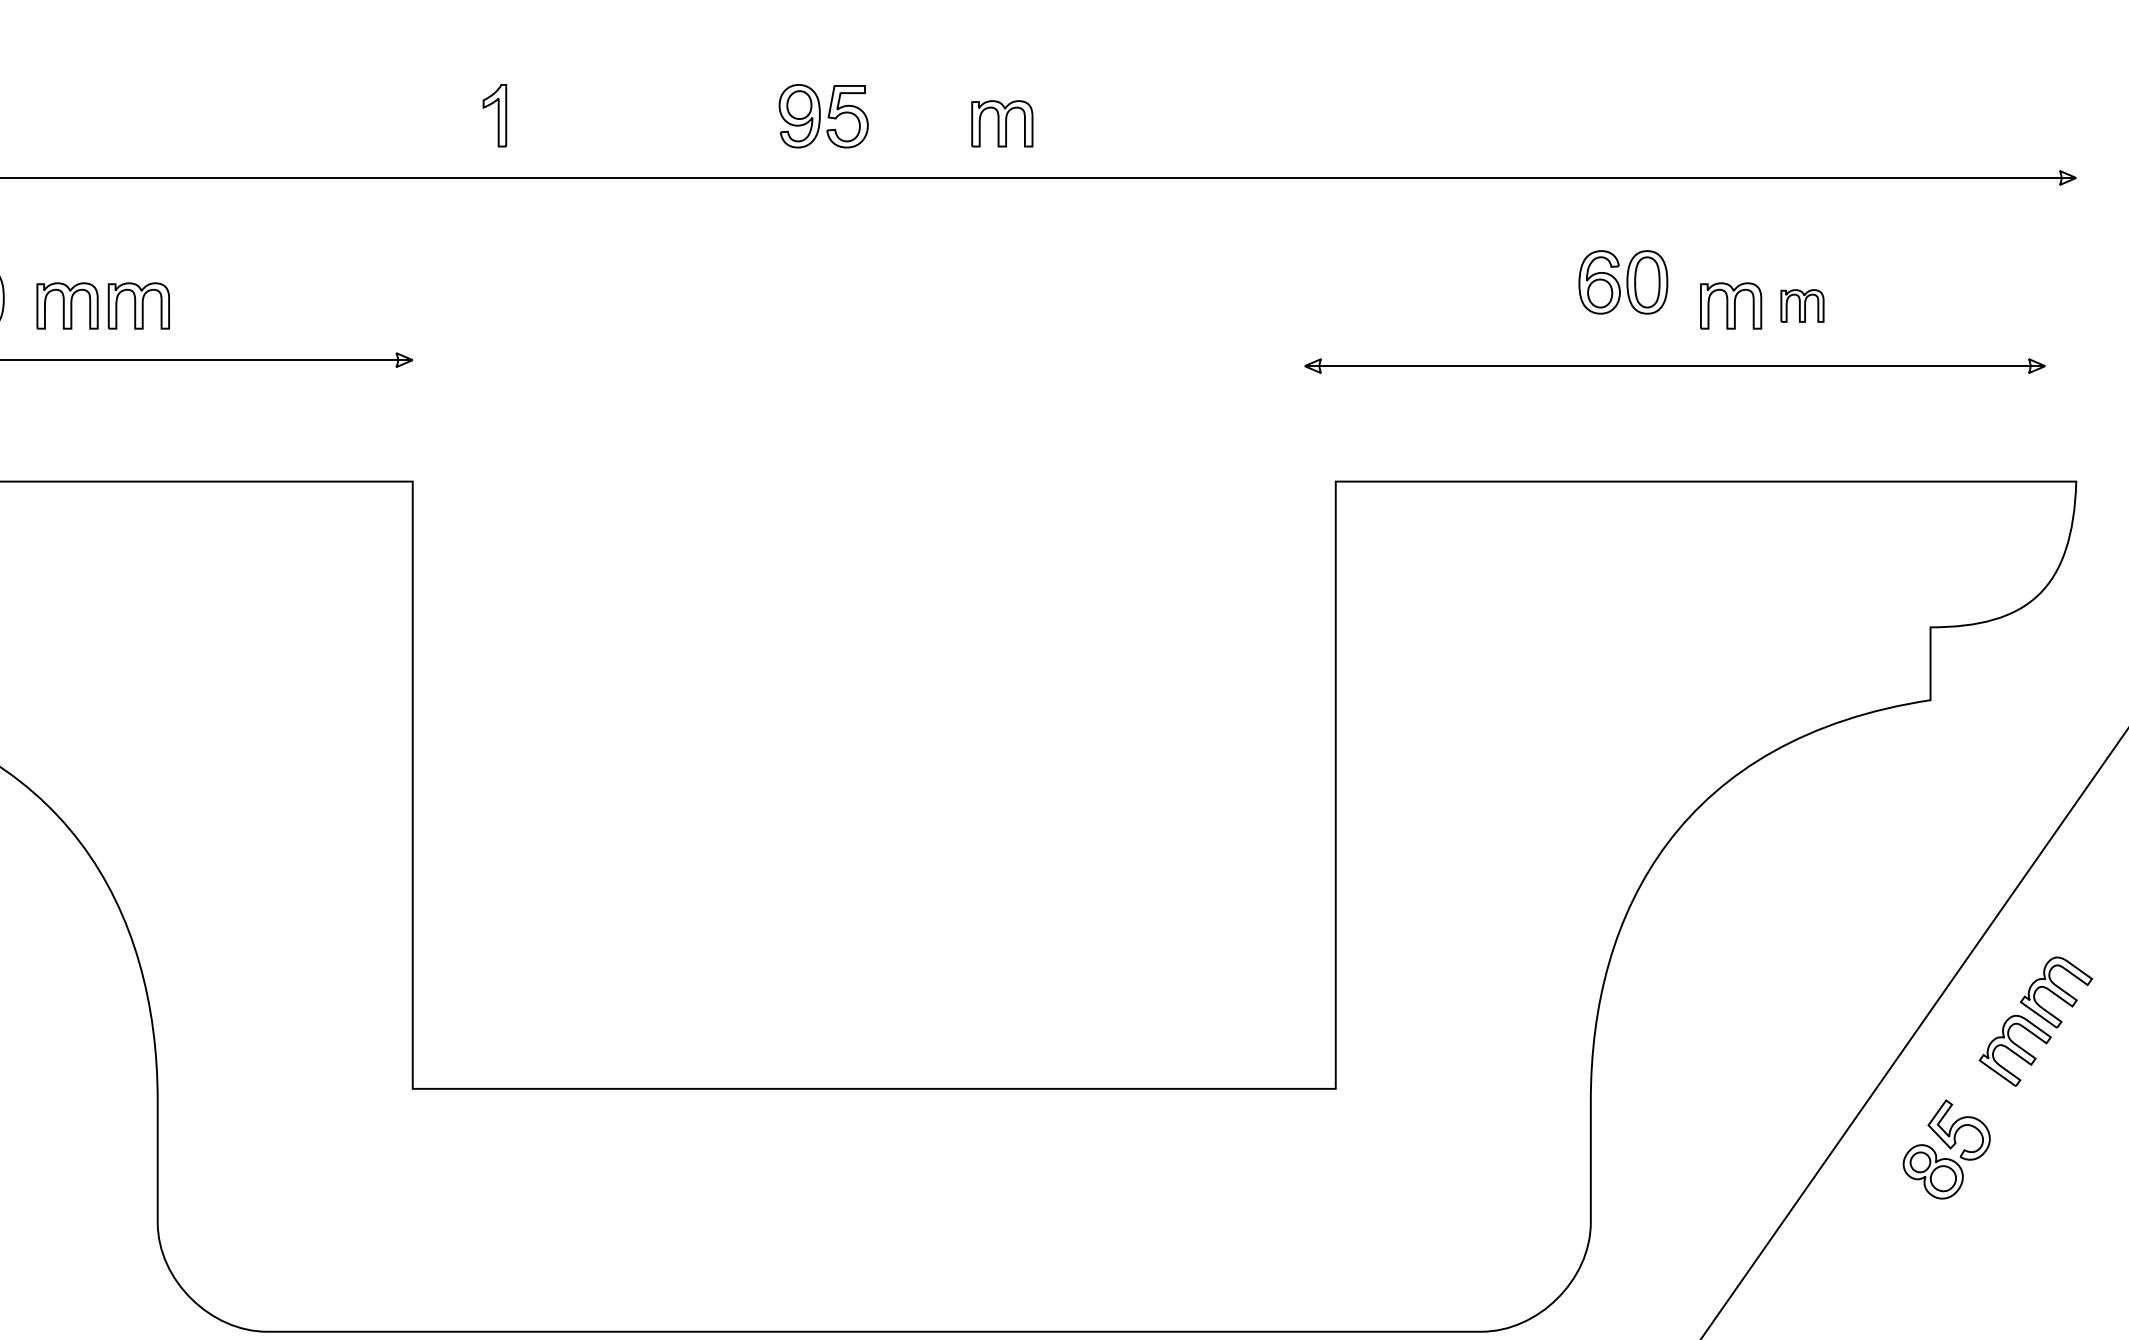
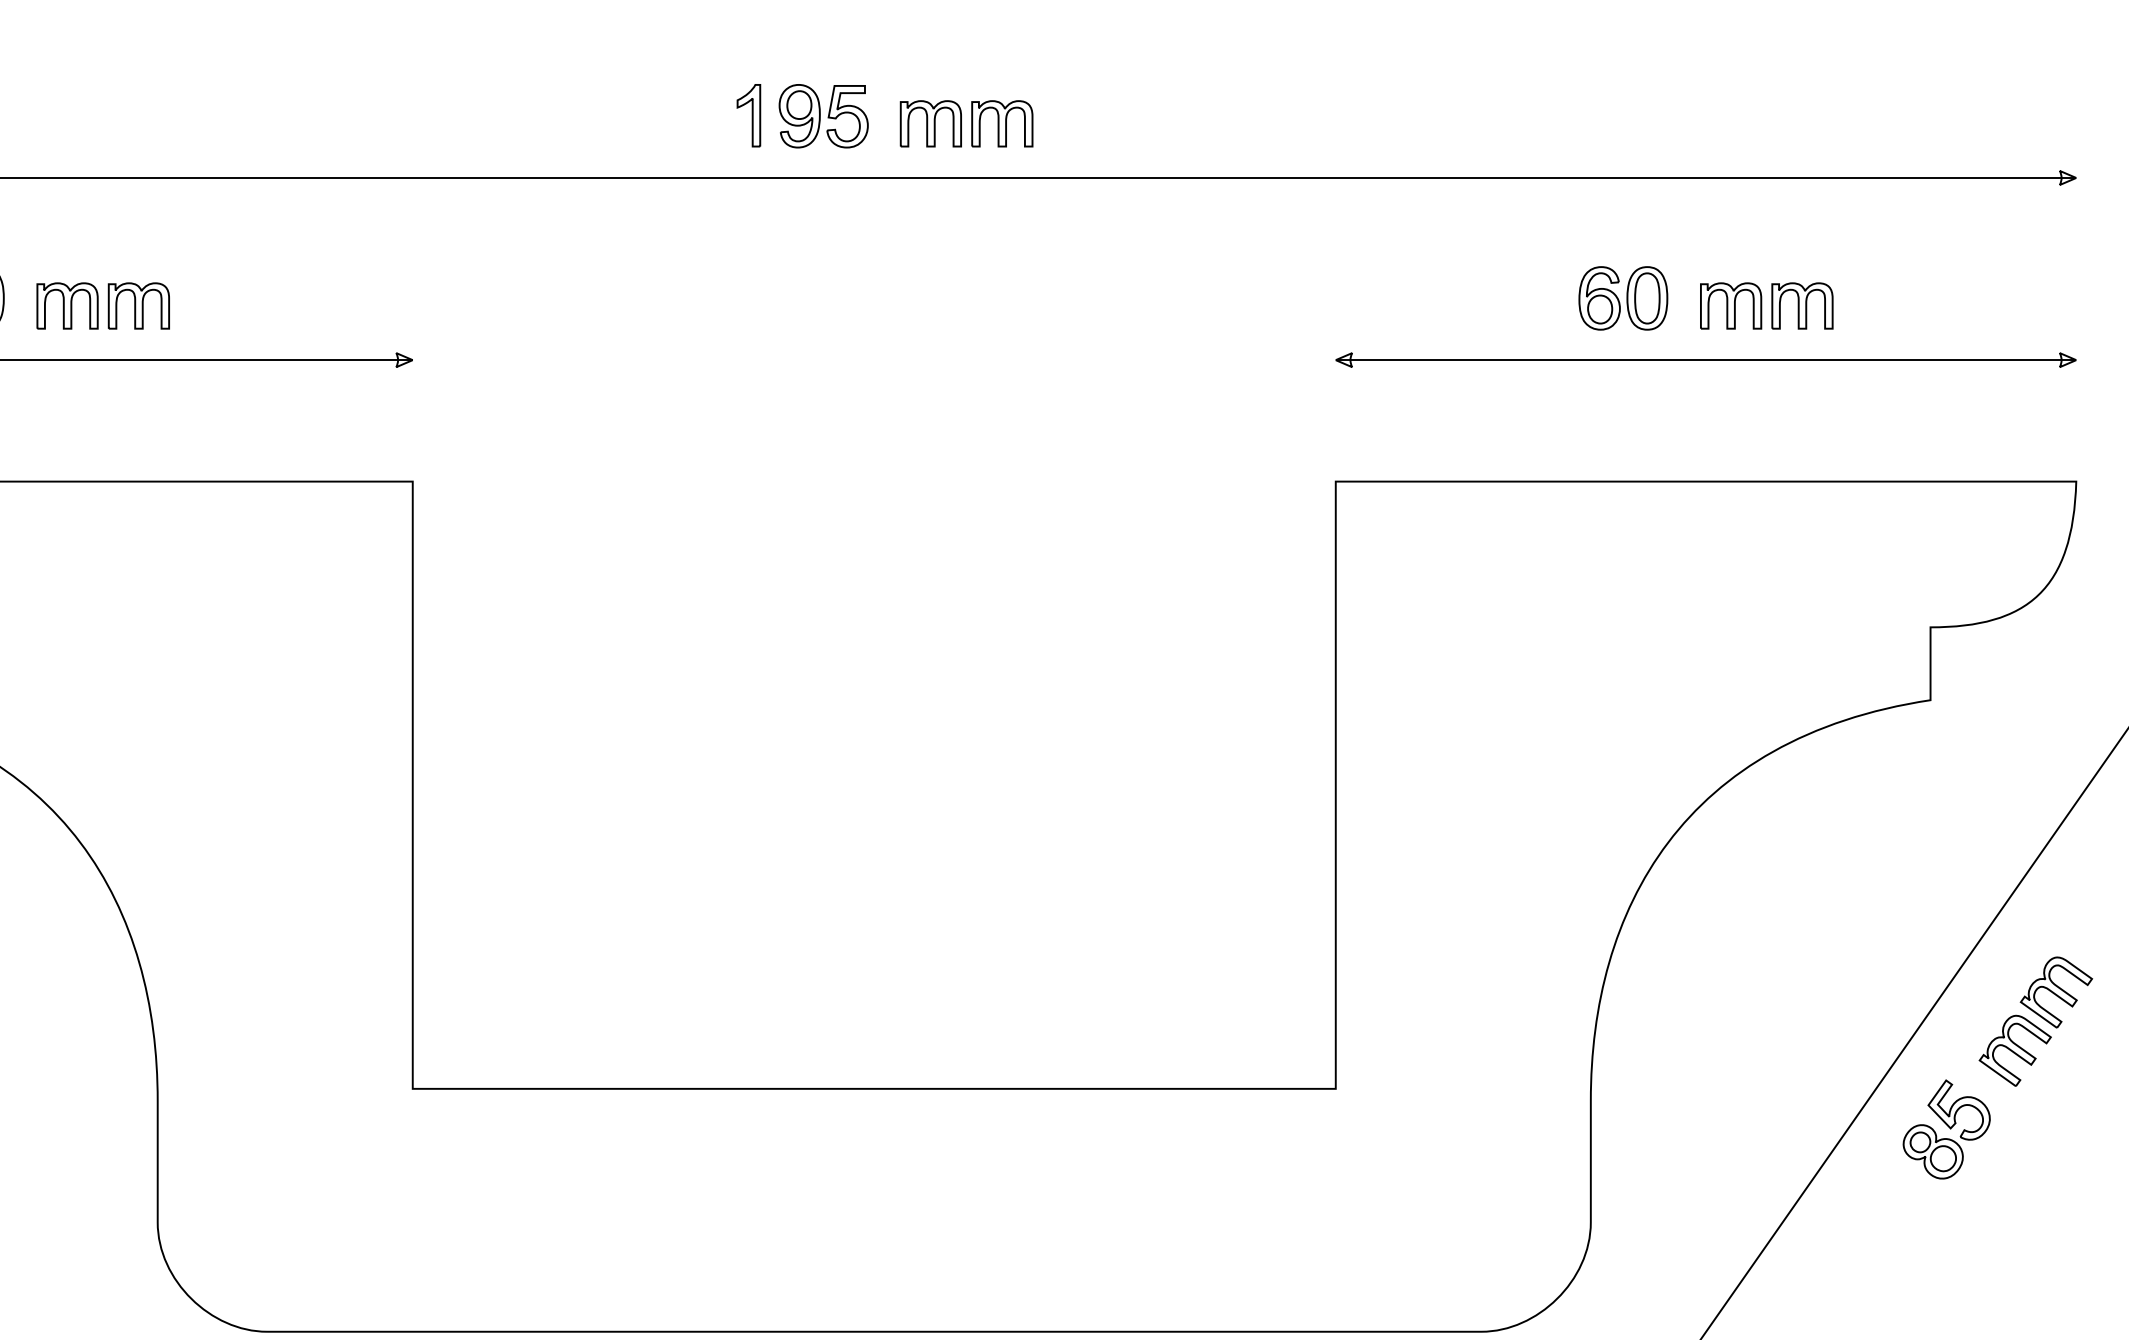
part at (494, 115) position: (494, 115) -> (748, 115)
part at (930, 123): none -> present
part at (1623, 282) position: (1623, 282) -> (1623, 298)
part at (1802, 305) size: 45x34 px -> 63x48 px
part at (1674, 365) position: (1674, 365) -> (1705, 359)
part at (1946, 1149) position: (1946, 1149) -> (1946, 1129)
